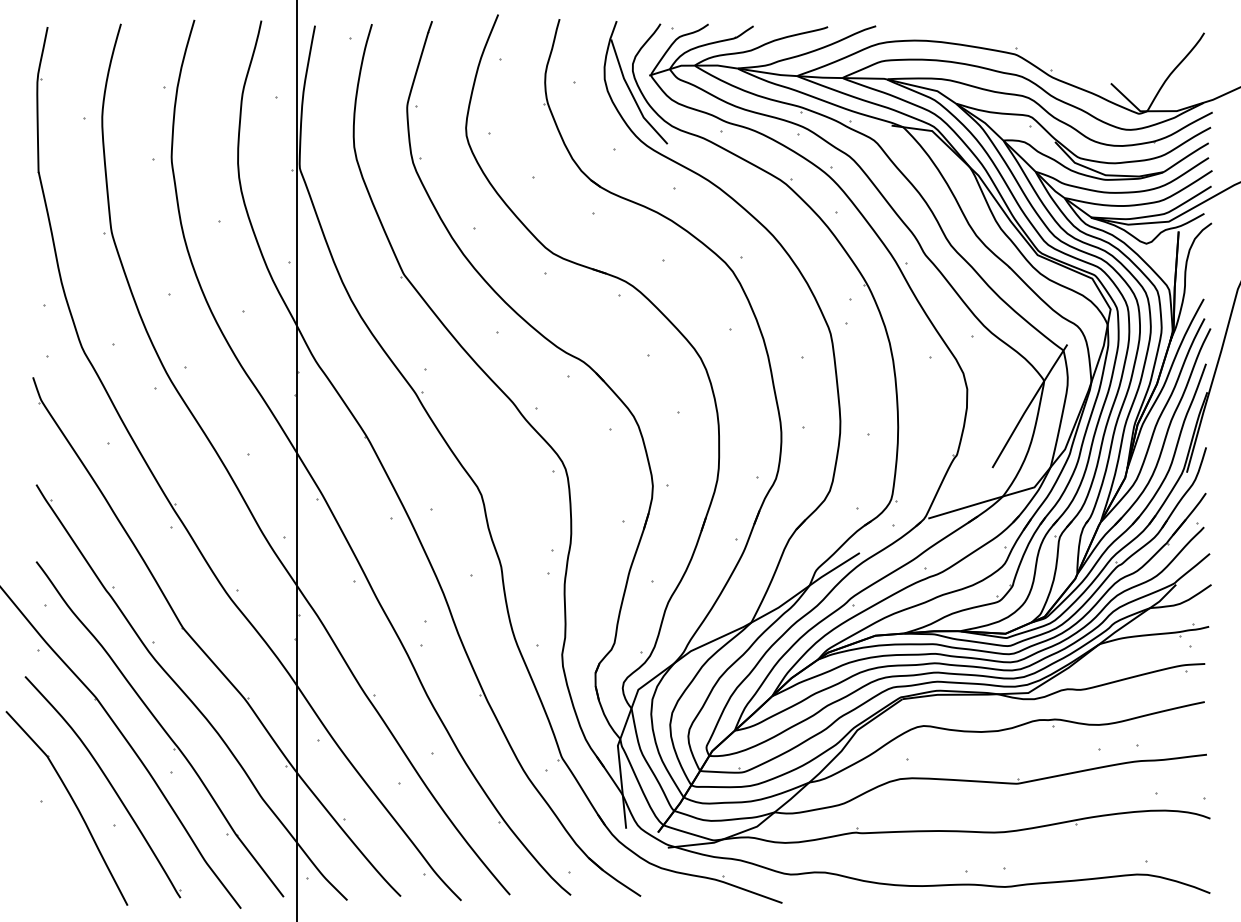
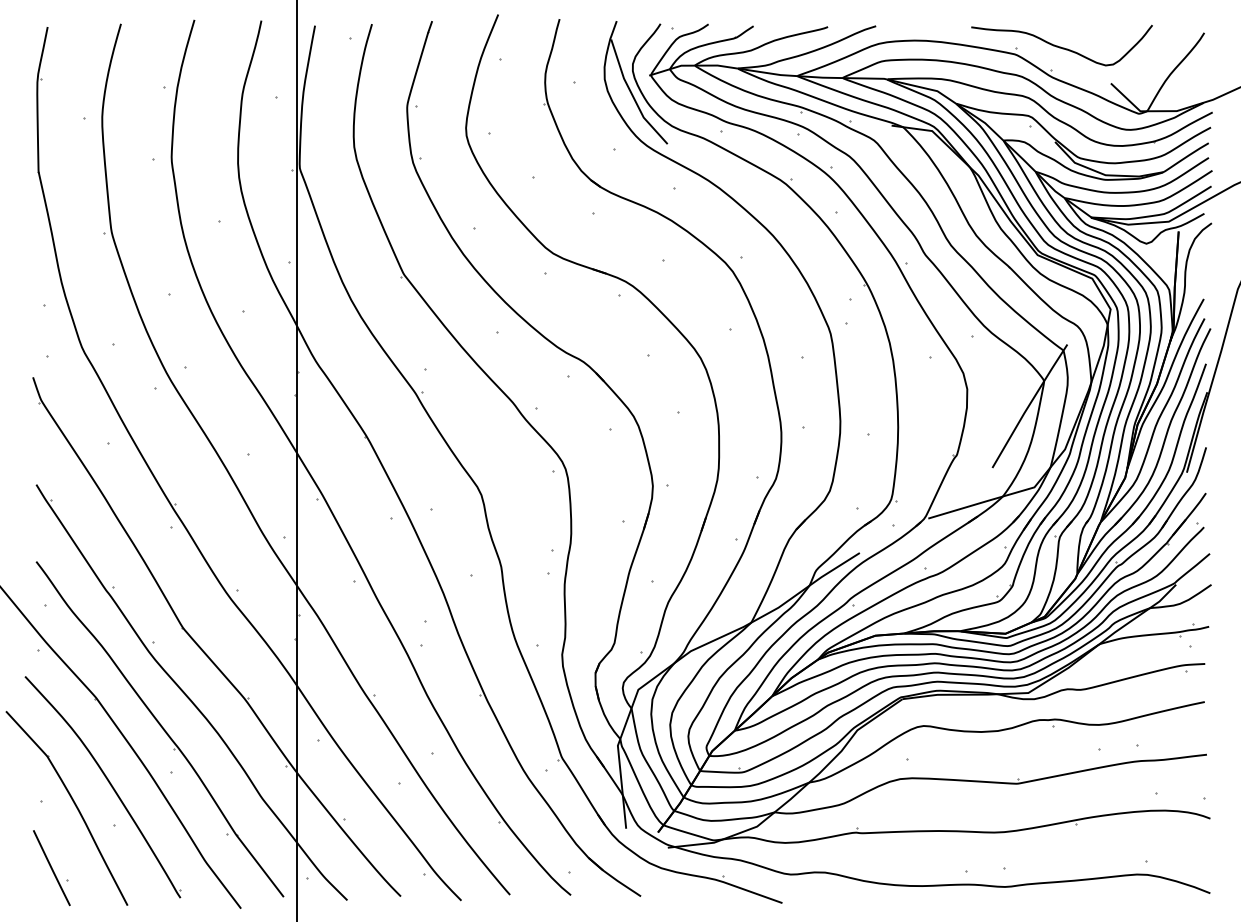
curve at (1060, 46): none -> present
part at (51, 868): none -> present
